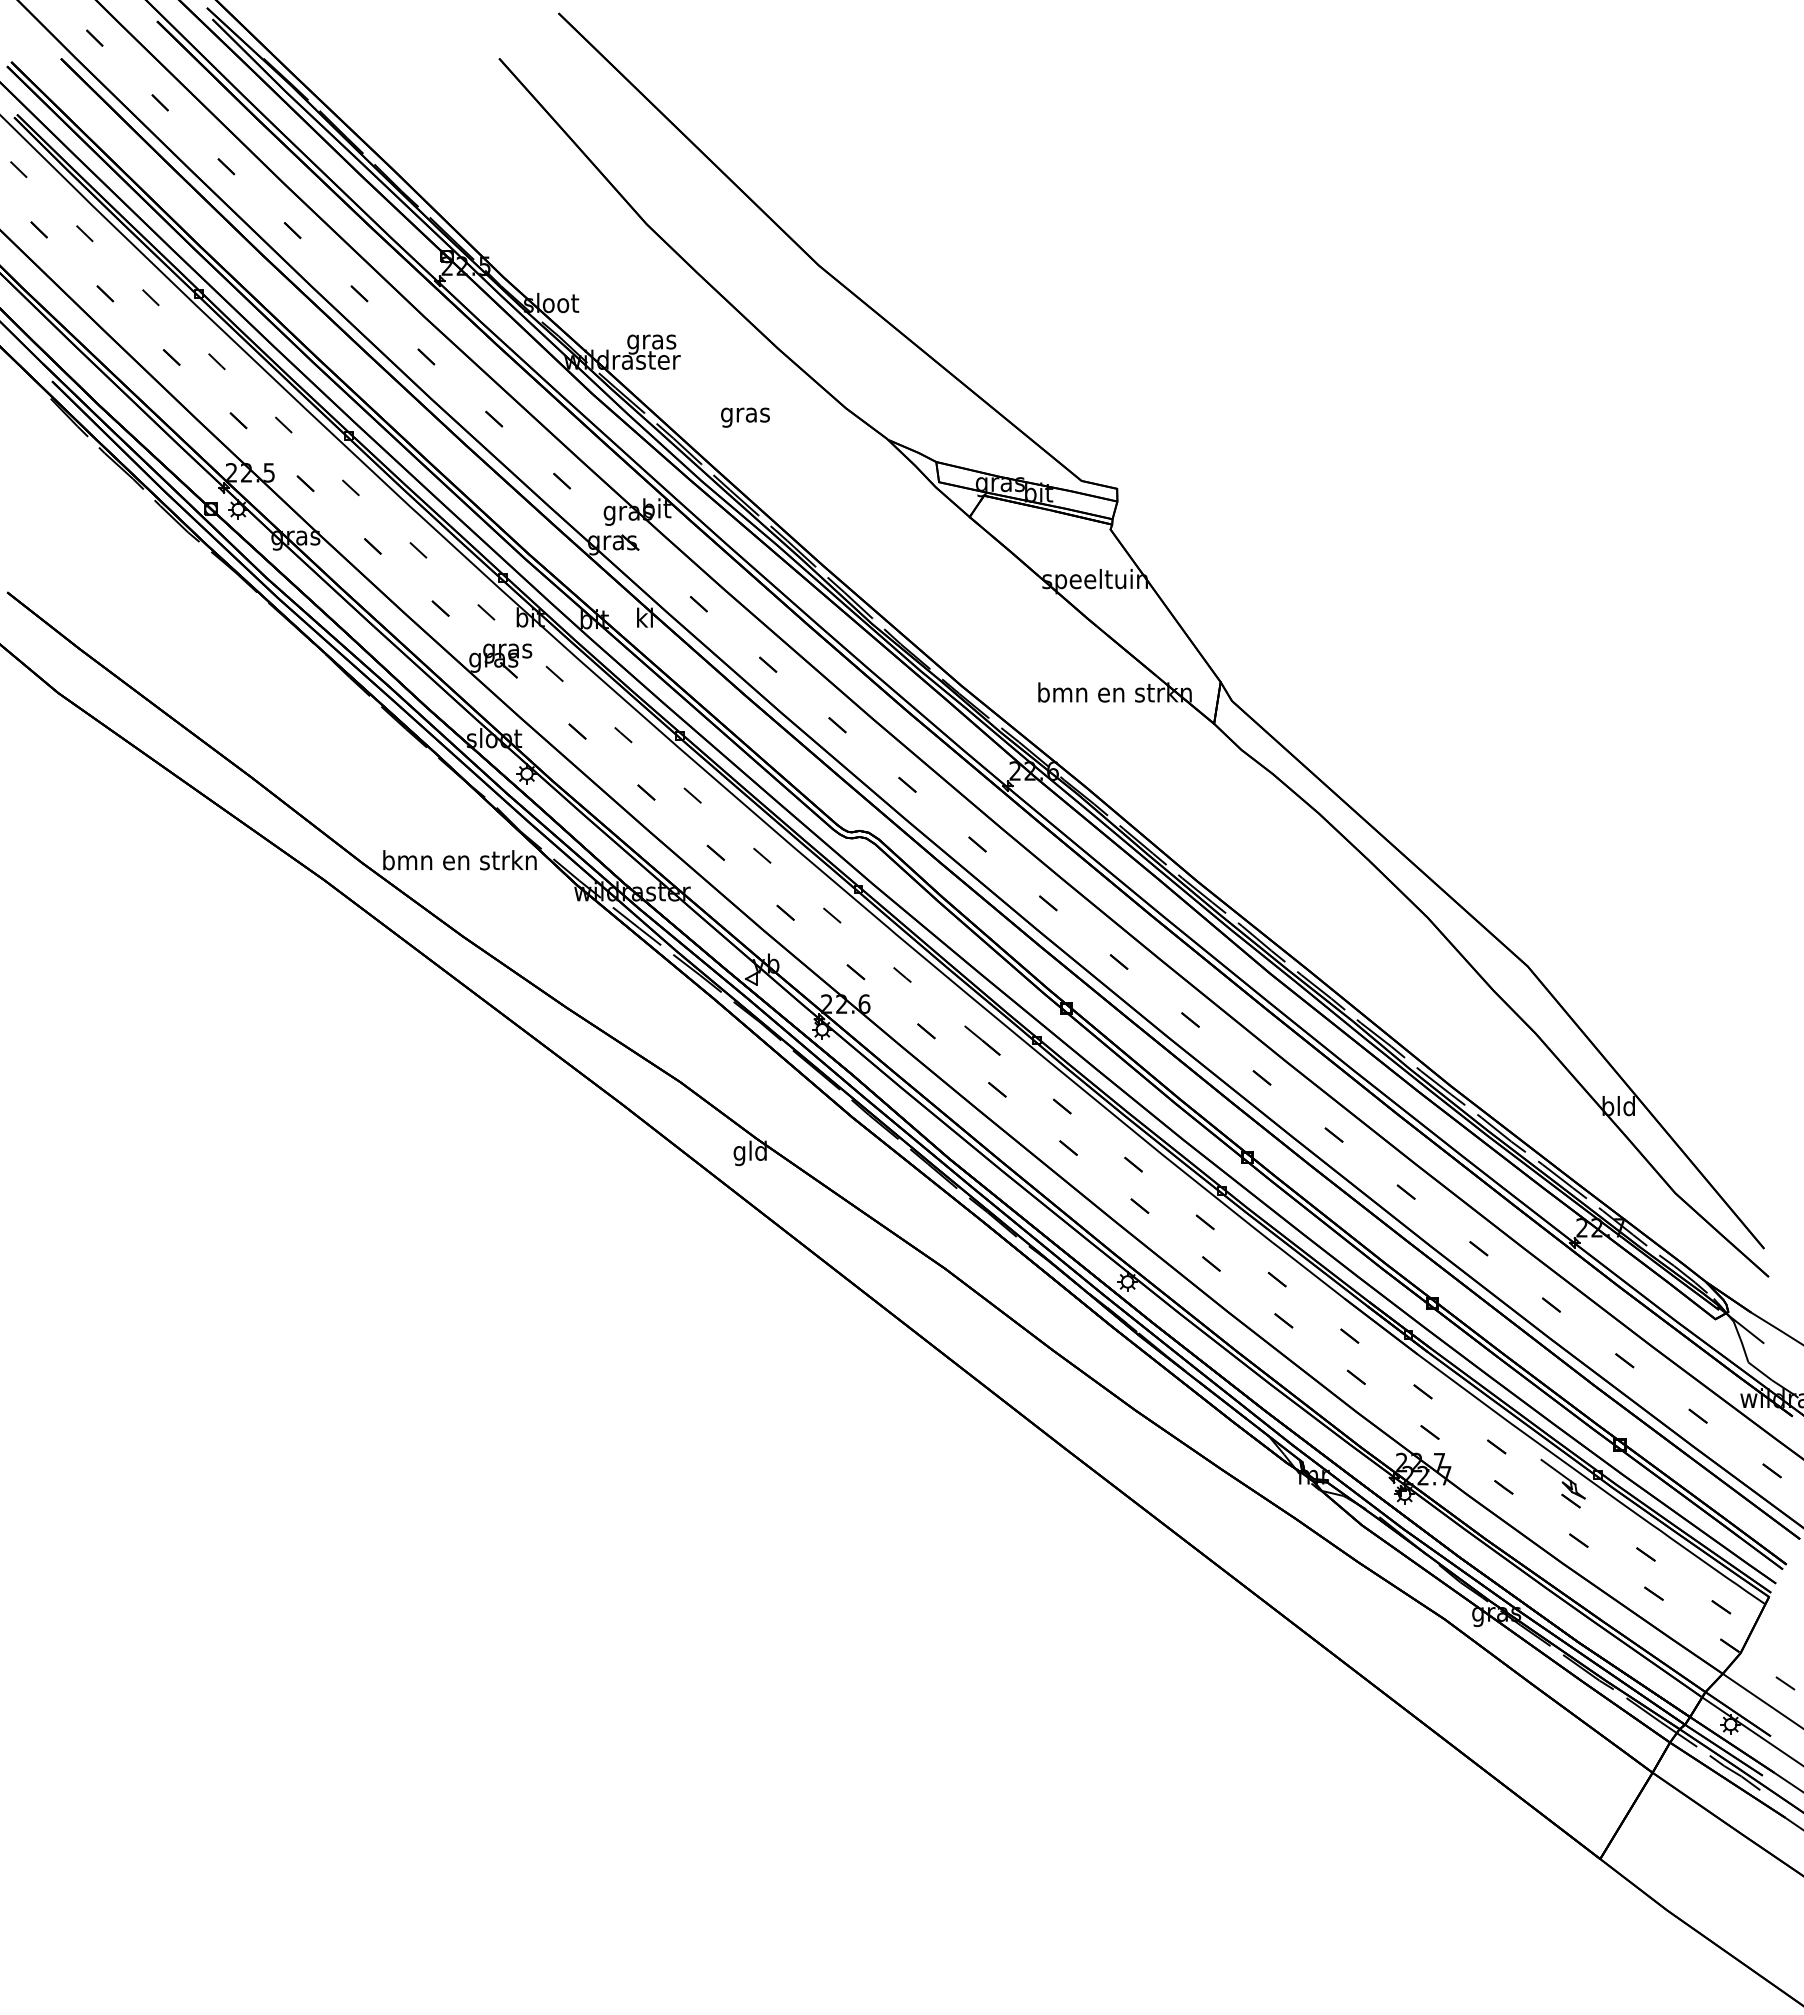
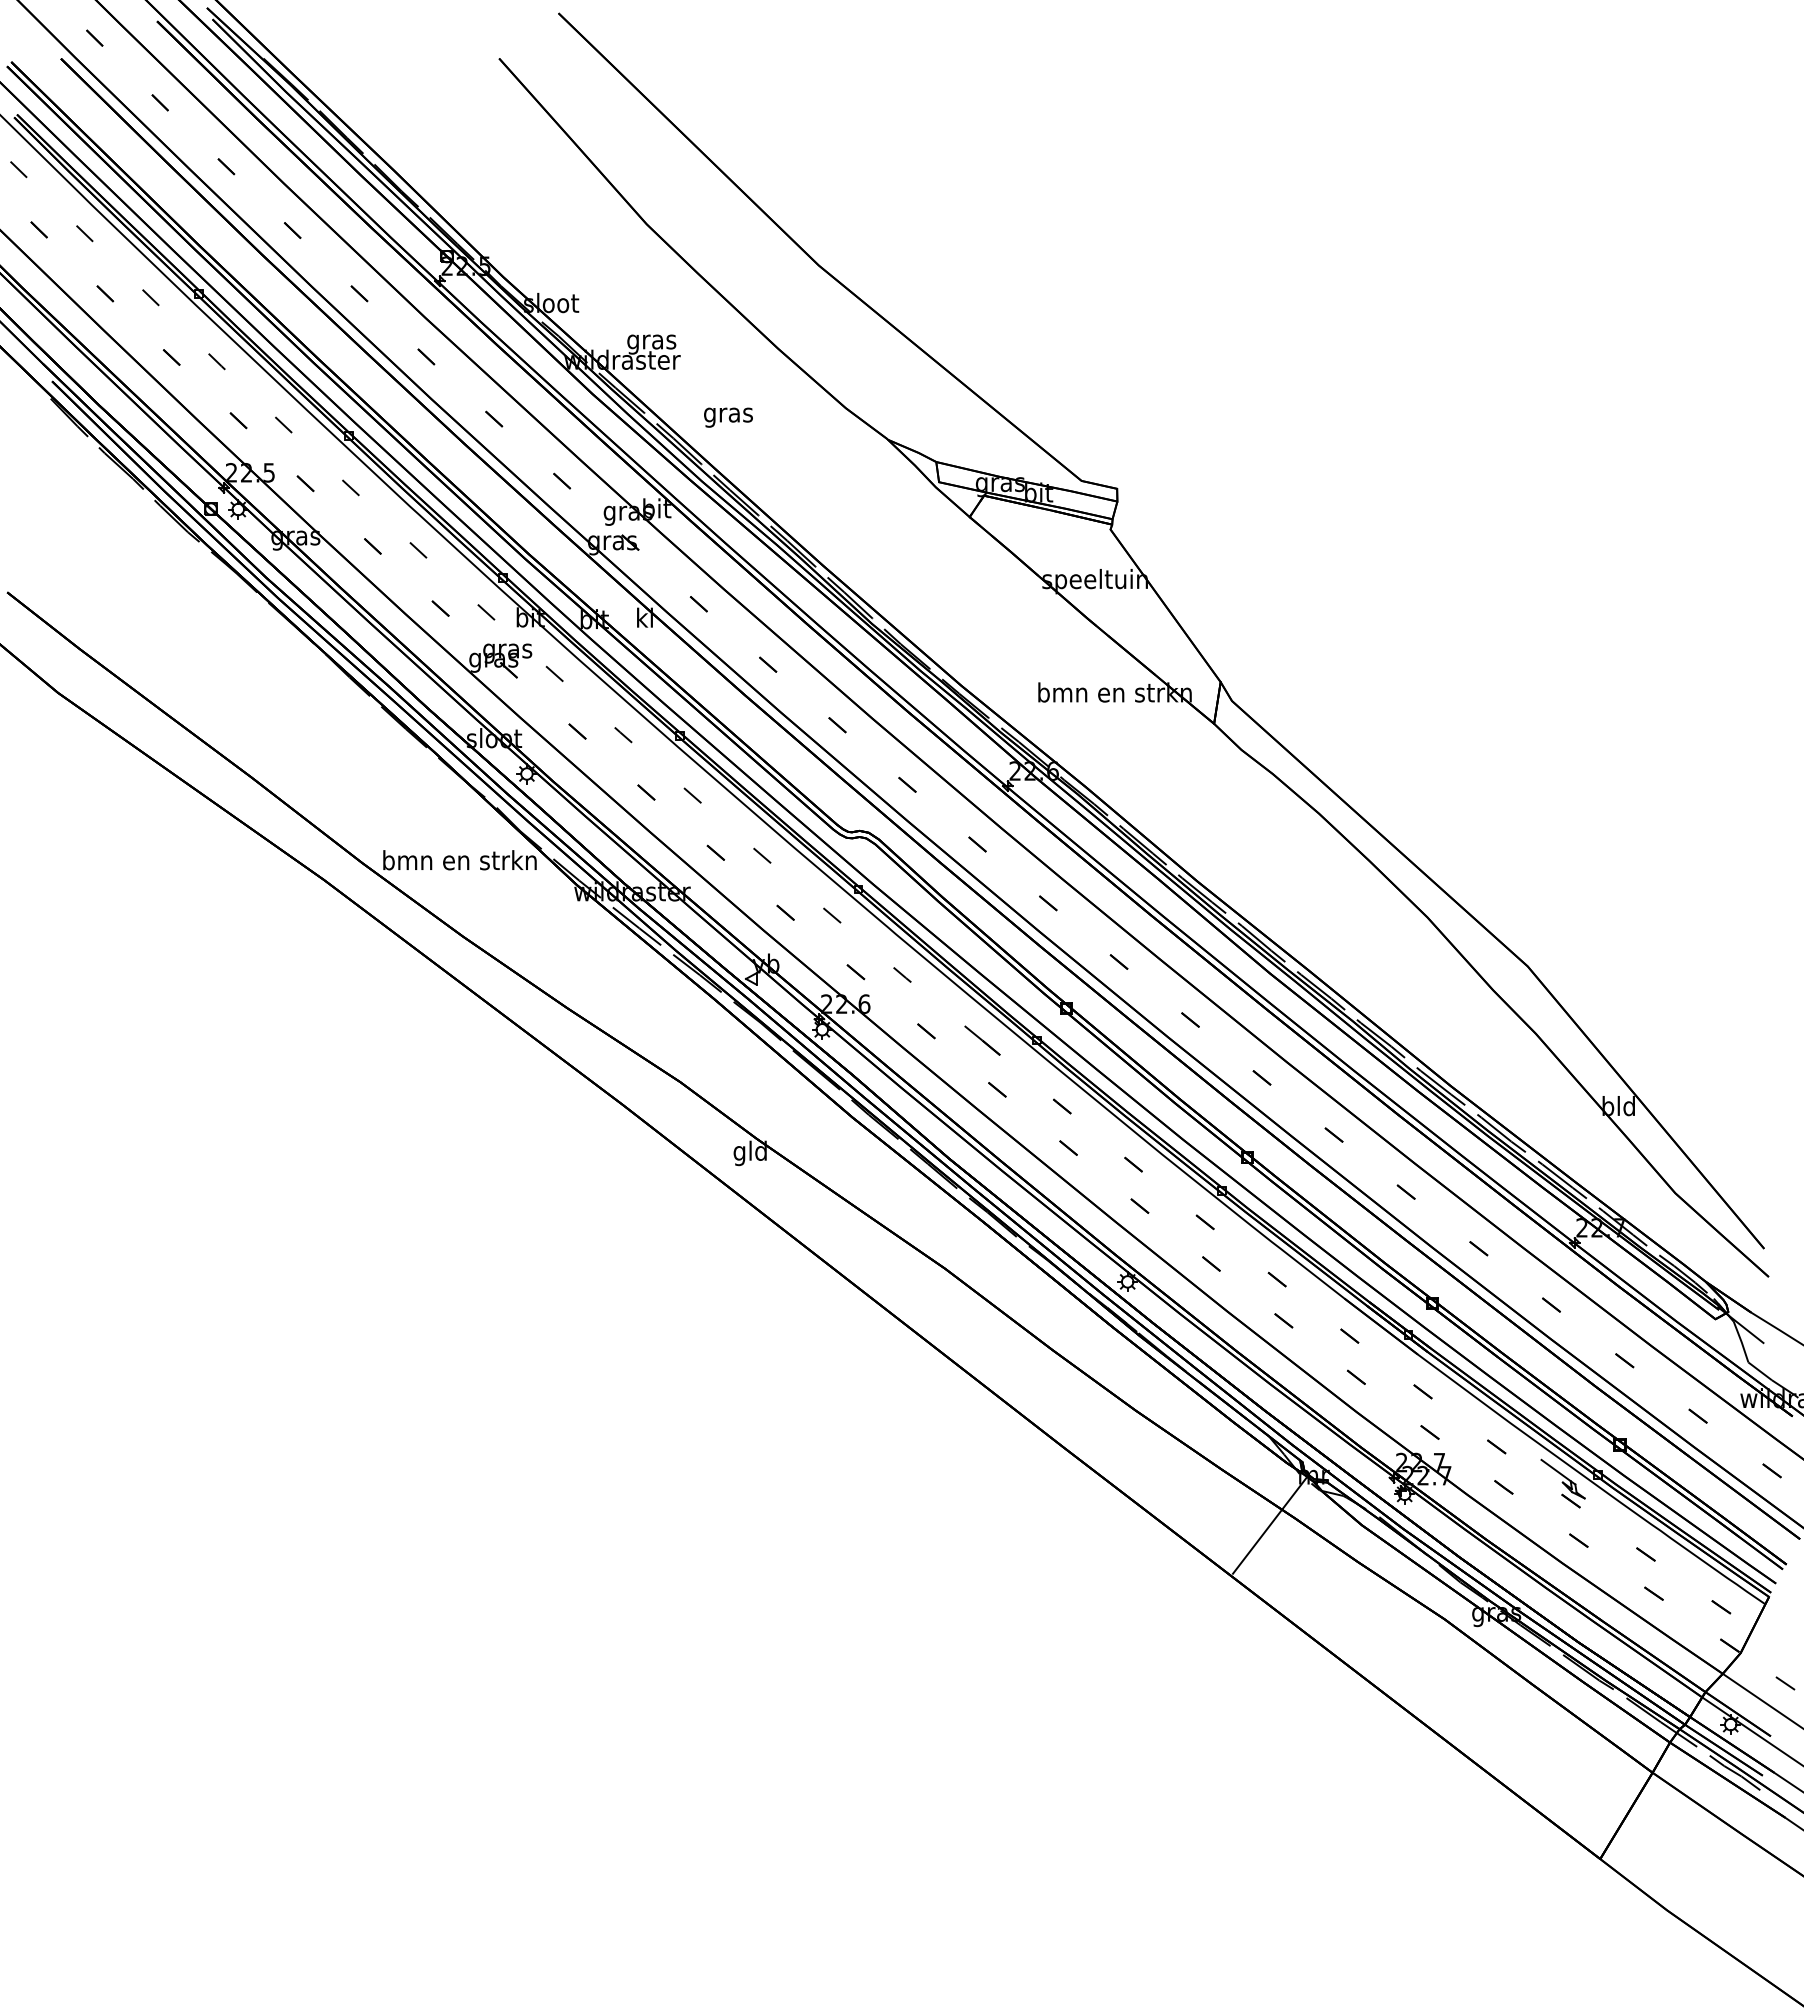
text at (745, 417) position: (745, 417) -> (728, 417)
line at (1270, 1523): none -> present
